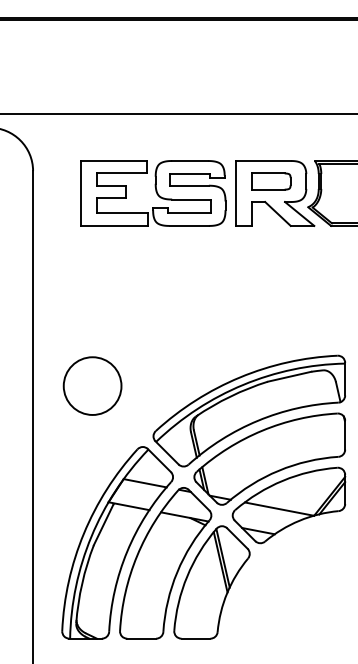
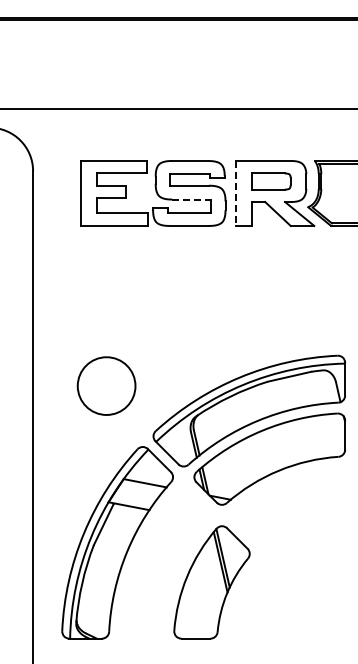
line at (178, 113) position: (178, 113) -> (178, 108)
line at (236, 193): solid -> dashed
line at (192, 199): solid -> dashed
circle at (92, 385) position: (92, 385) -> (106, 385)
part at (288, 505): present -> none
part at (165, 563): present -> none
